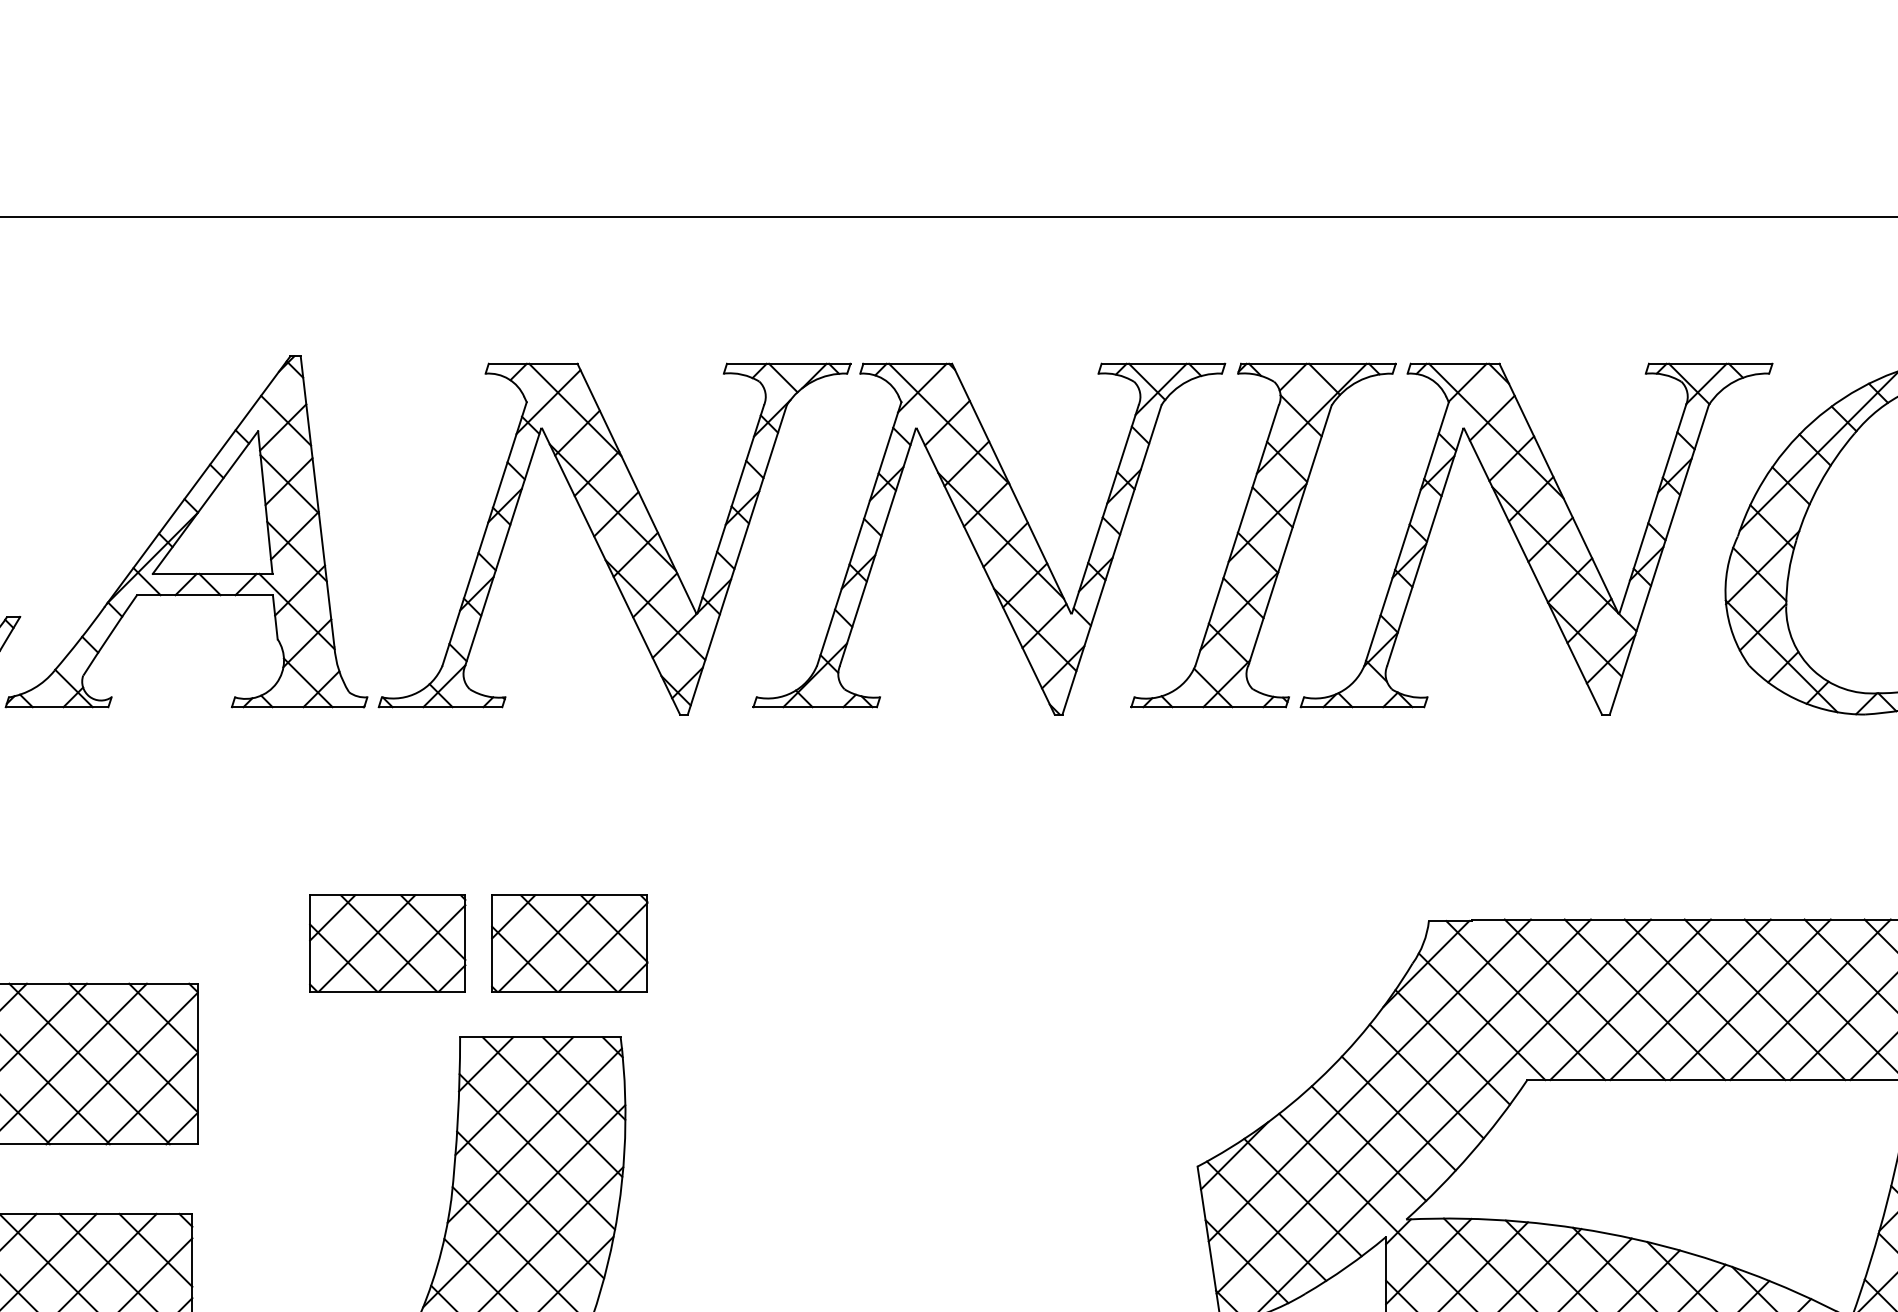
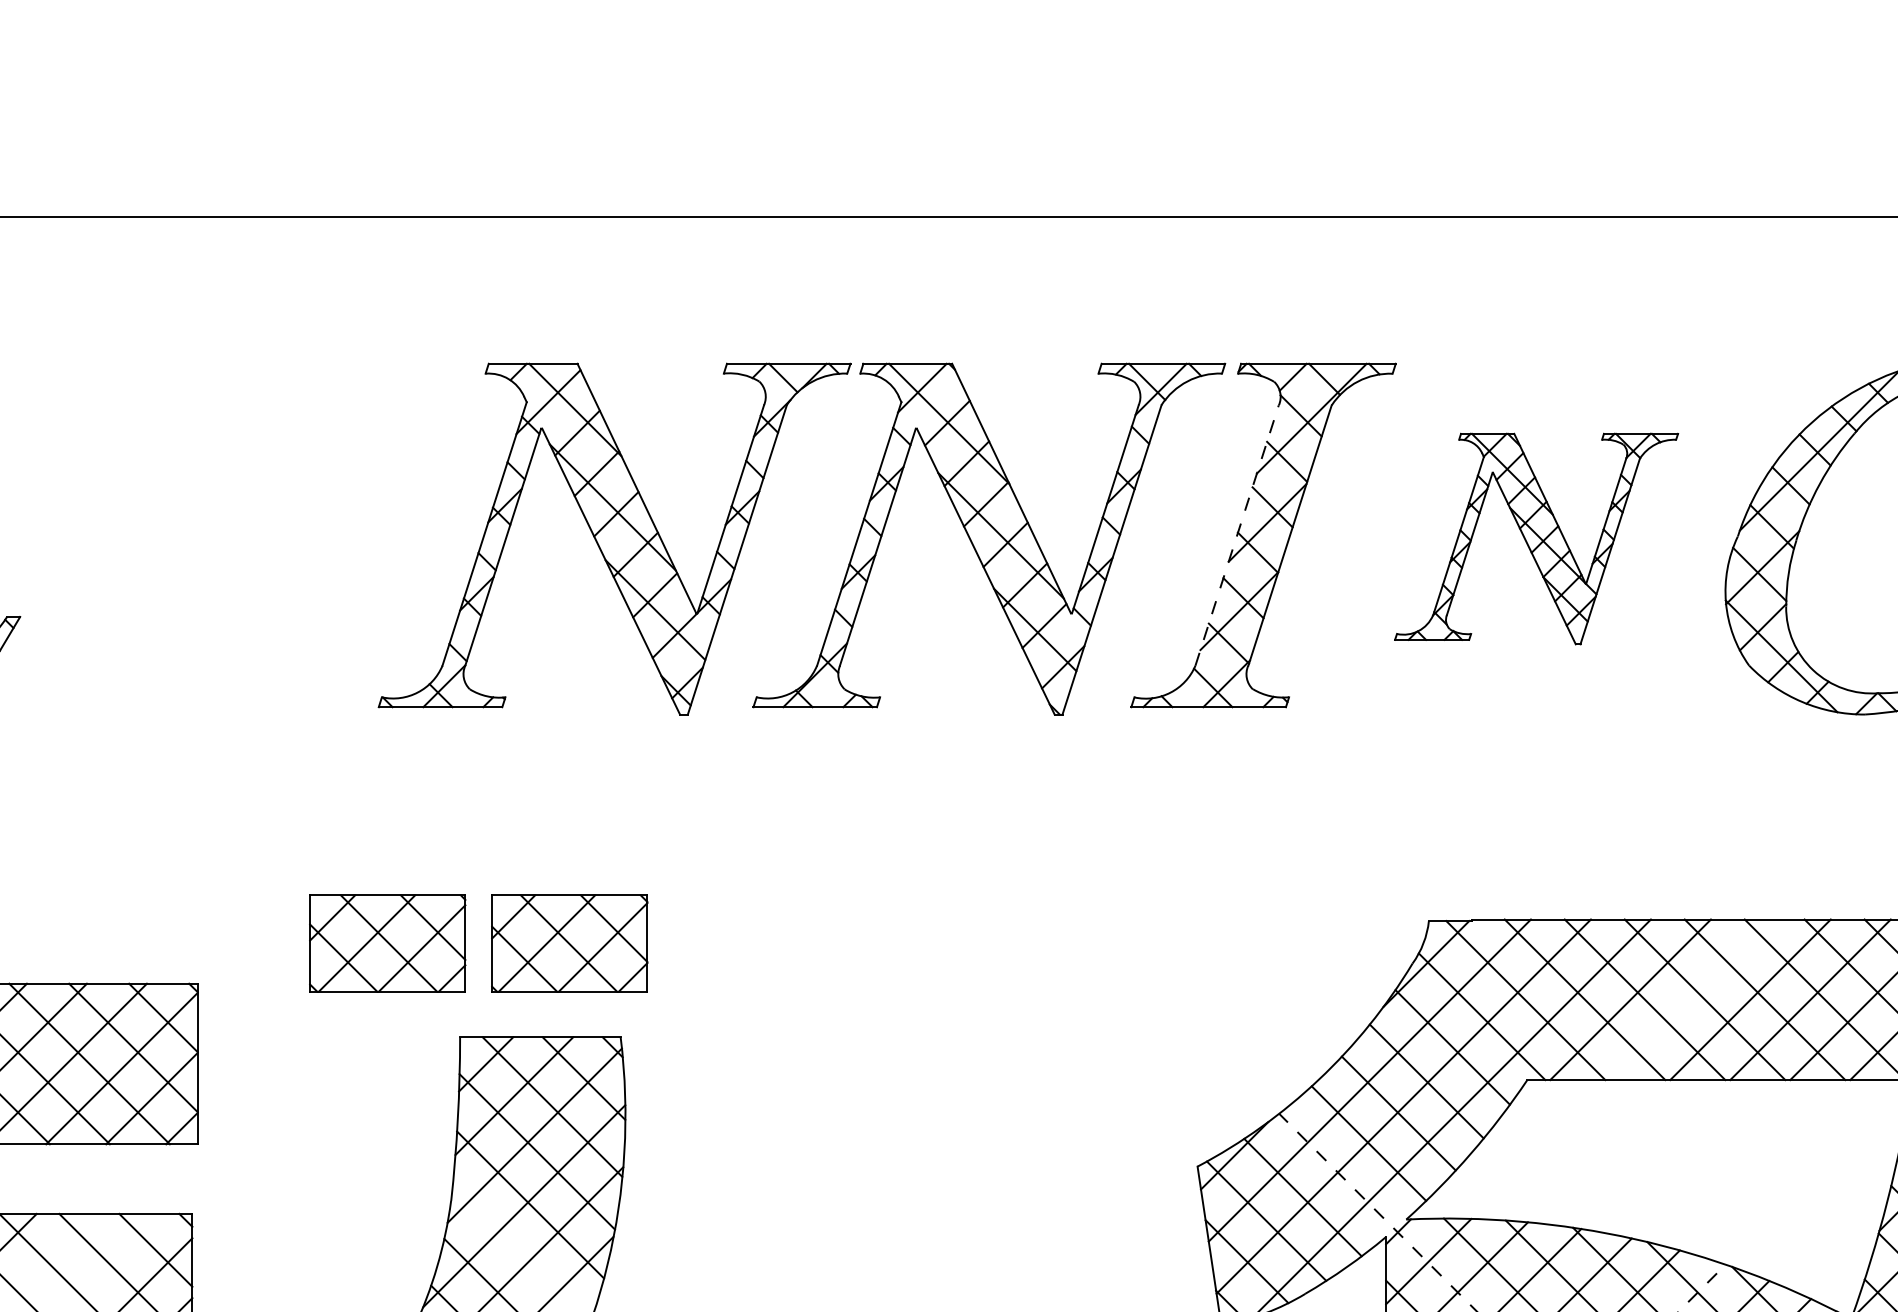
part at (186, 531): present -> none
line at (1237, 535): solid -> dashed
part at (1536, 538) size: 475x354 px -> 286x214 px
line at (1690, 999): present -> none
line at (1378, 1212): solid -> dashed
line at (513, 1247): present -> none
line at (49, 1260): present -> none
line at (108, 1260): present -> none
line at (1702, 1288): solid -> dashed
